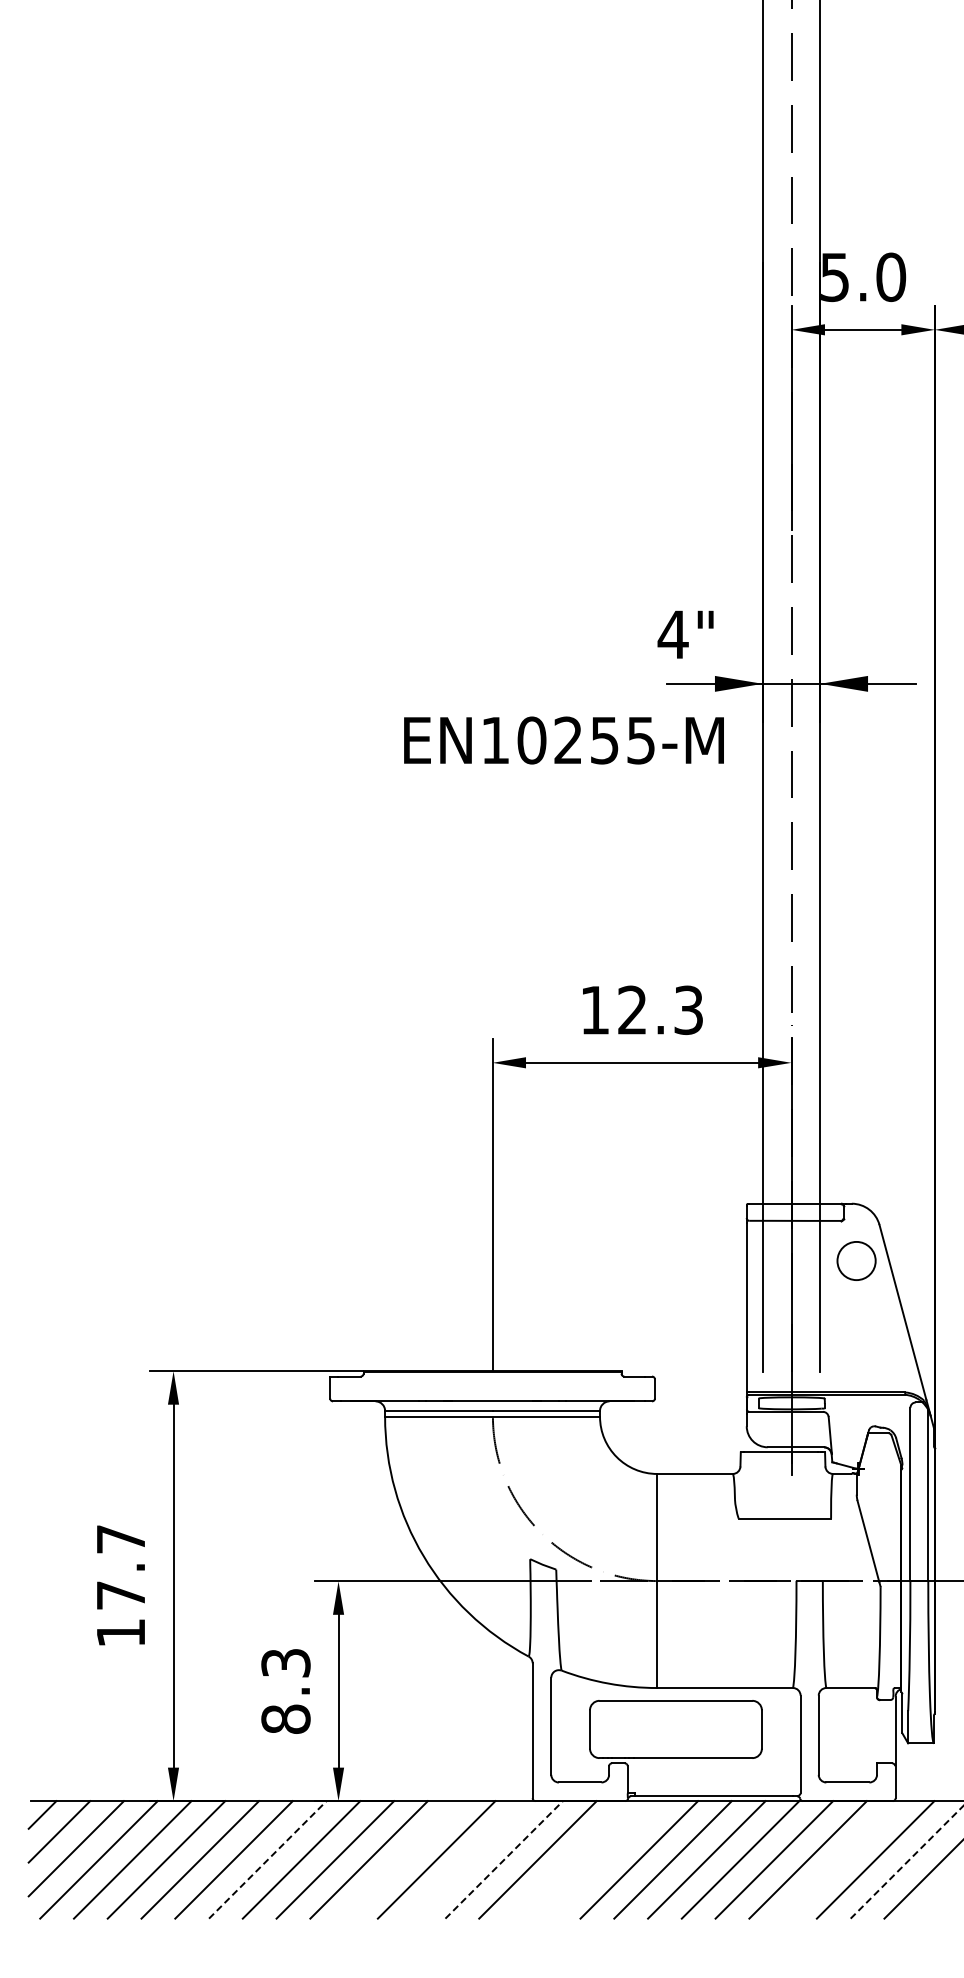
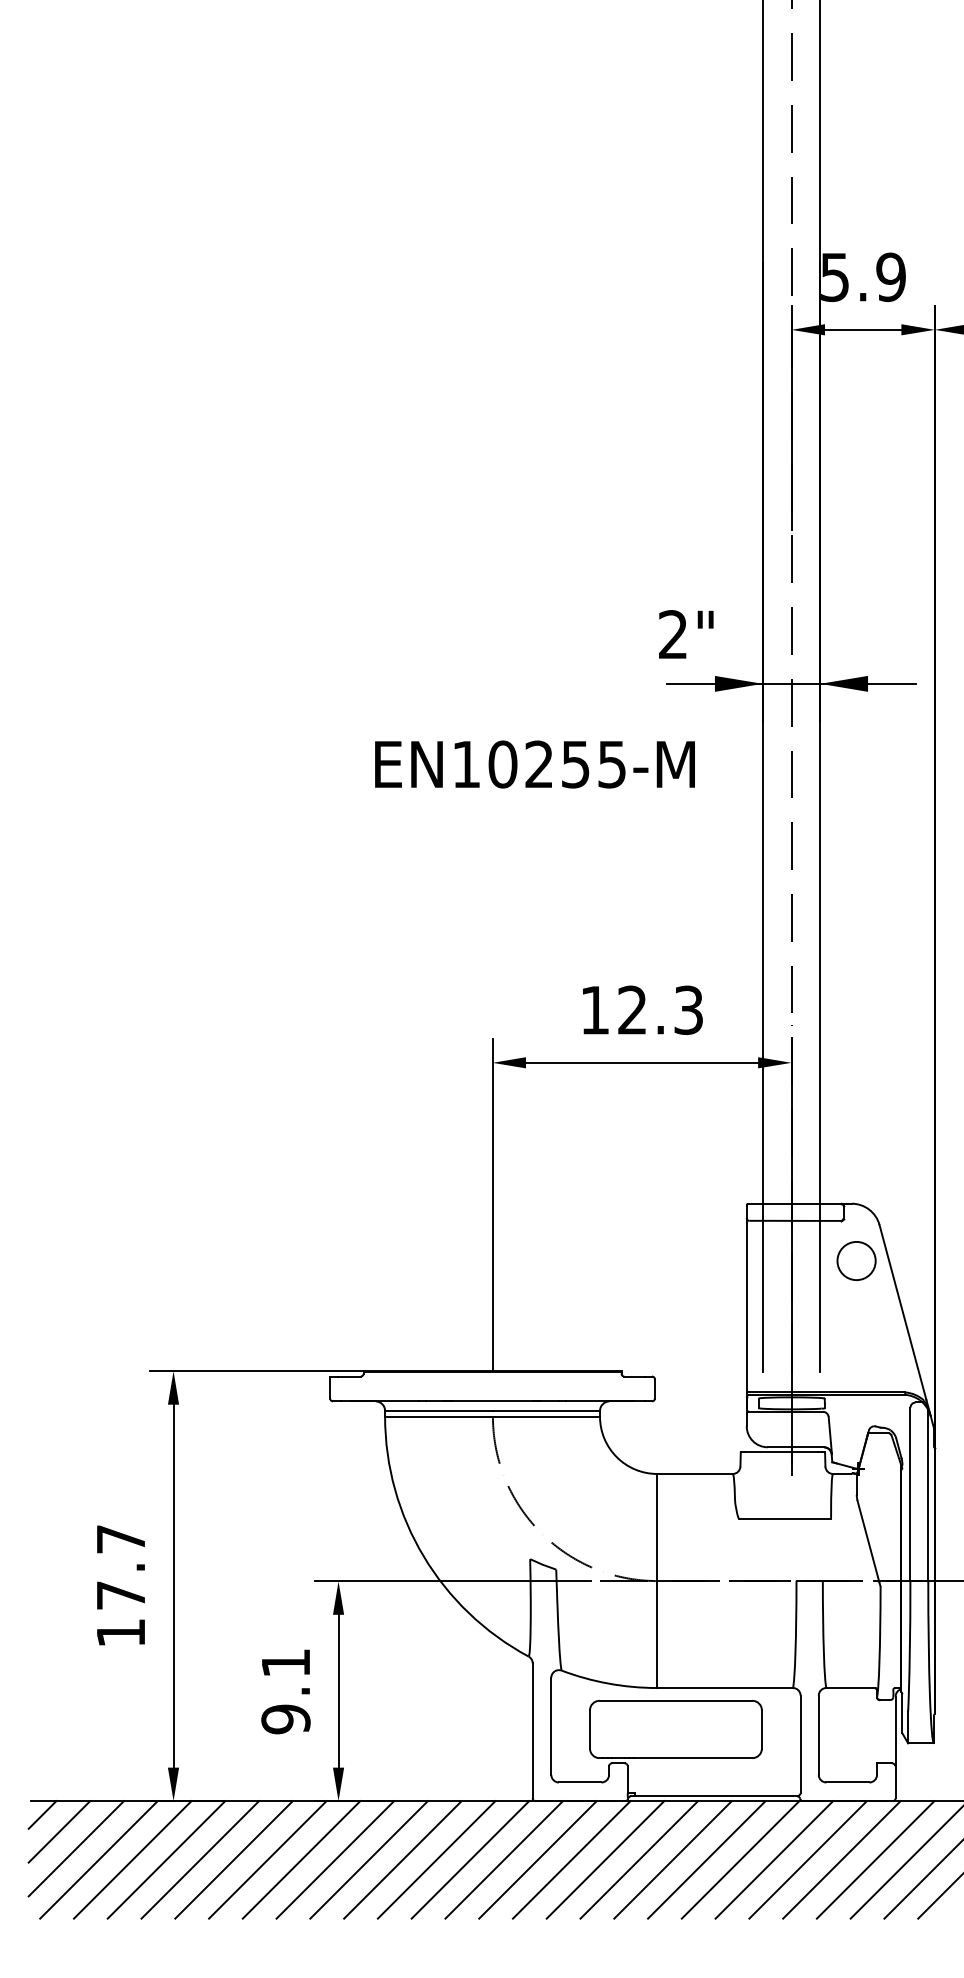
text at (891, 277): 5.0 -> 5.9
text at (672, 634): 4" -> 2"
text at (563, 740) position: (563, 740) -> (534, 764)
text at (285, 1691): 8.3 -> 9.1
line at (268, 1859): dashed -> solid
line at (402, 1859): none -> present
line at (470, 1859): none -> present
line at (504, 1859): dashed -> solid
line at (571, 1859): none -> present
line at (605, 1859): none -> present
line at (841, 1859): none -> present
line at (907, 1861): dashed -> solid
line at (939, 1897): none -> present
